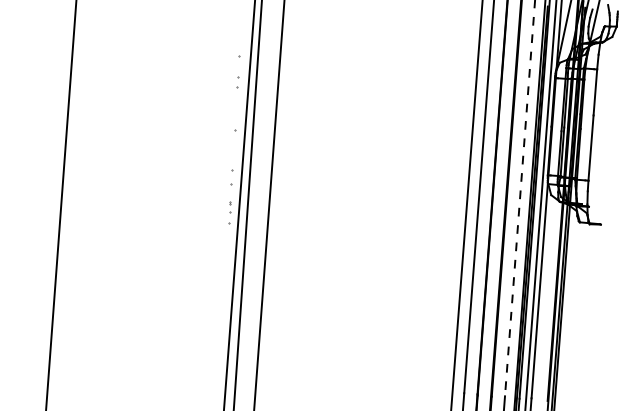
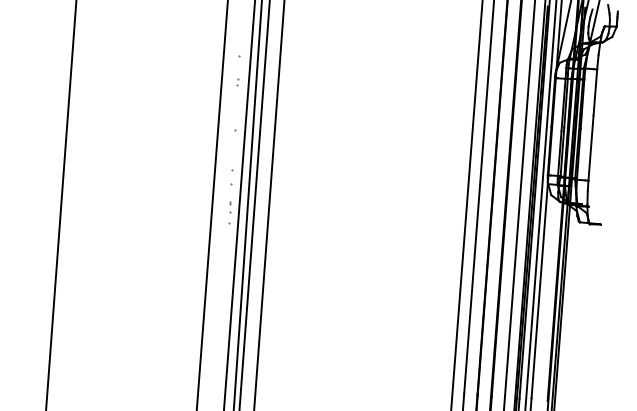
part at (237, 82) size: 4x13 px -> 4x9 px
line at (520, 198): dashed -> solid
line at (212, 204): none -> present
line at (254, 204): none -> present
